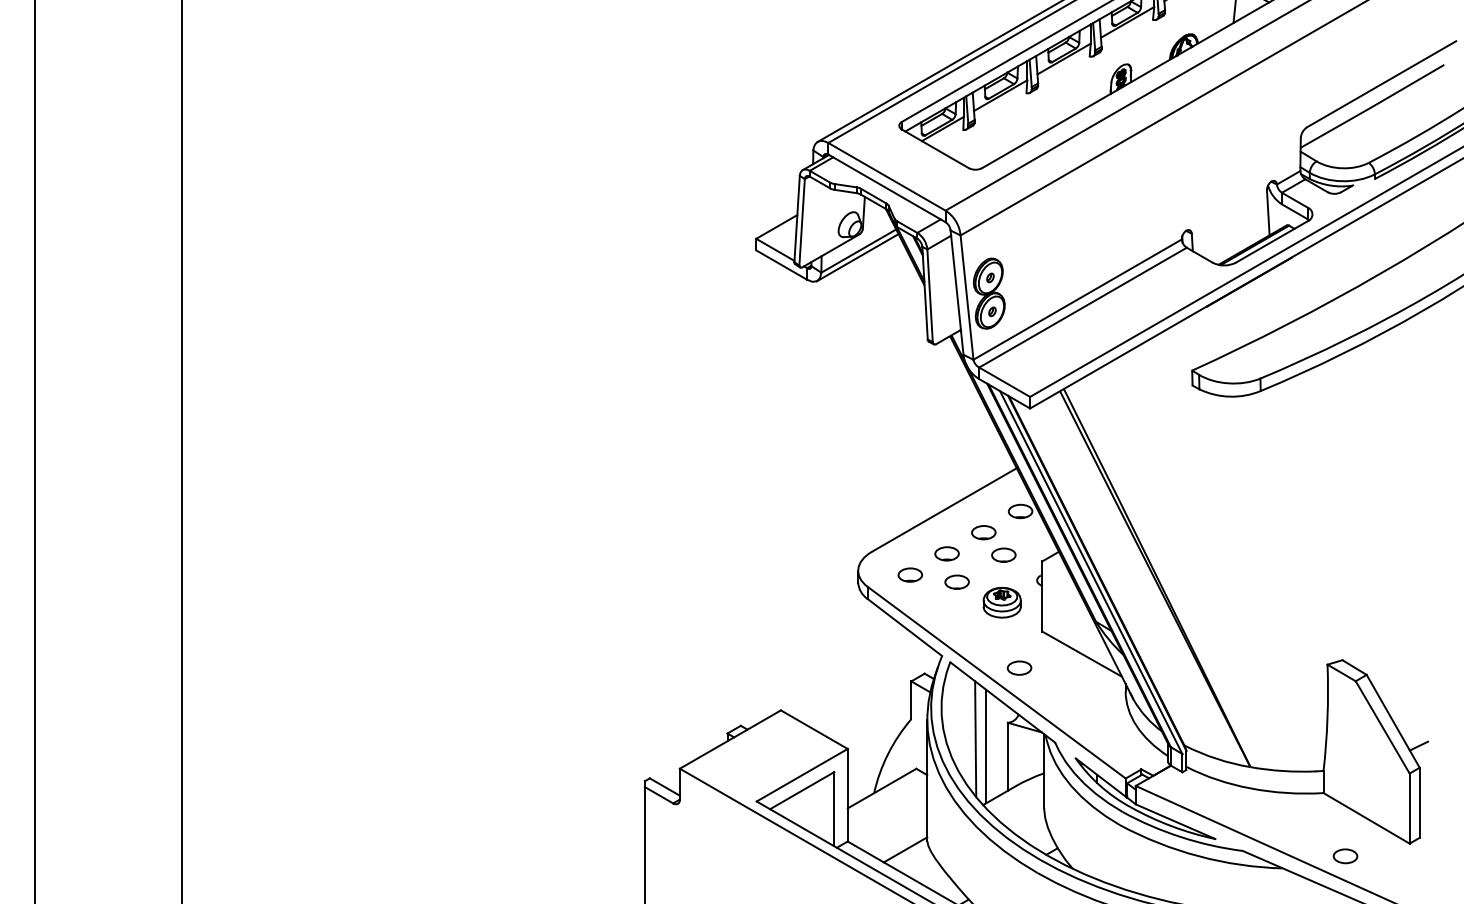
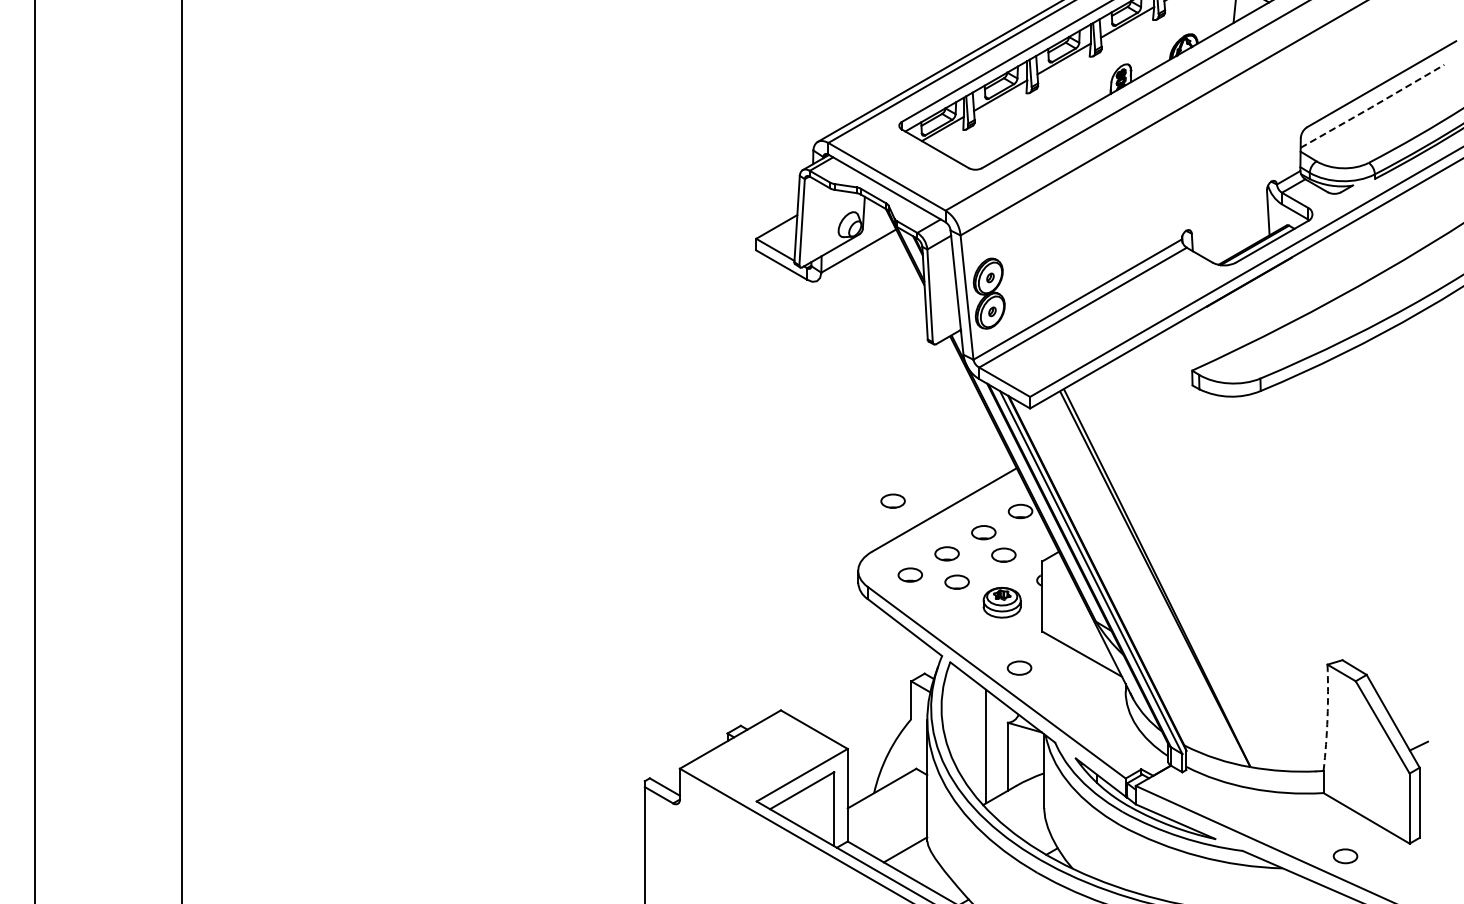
line at (1372, 107): solid -> dashed
line at (857, 257): present -> none
part at (892, 500): none -> present
arc at (1327, 717): solid -> dashed
line at (975, 738): present -> none
